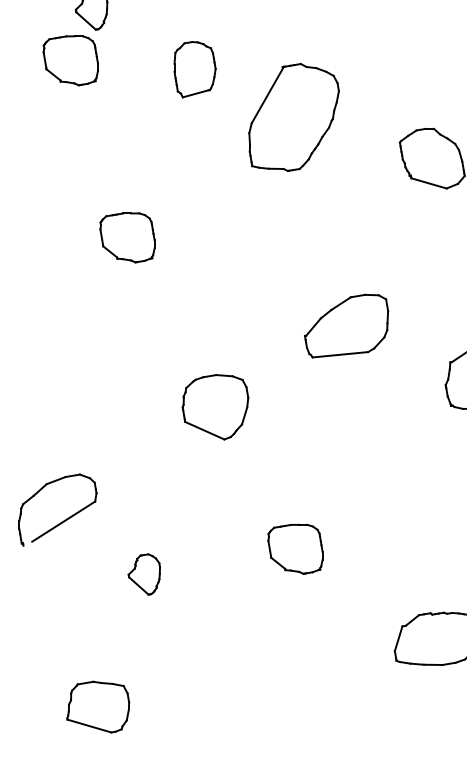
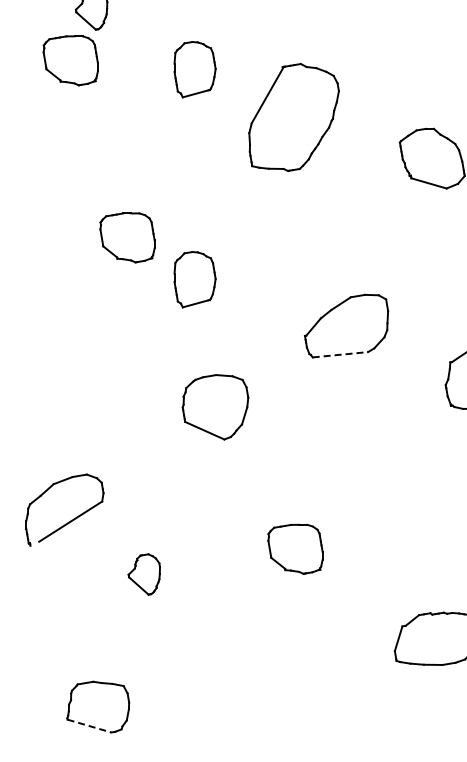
part at (194, 279): none -> present
line at (340, 354): solid -> dashed
part at (63, 520) position: (63, 520) -> (70, 520)
line at (89, 726): solid -> dashed
